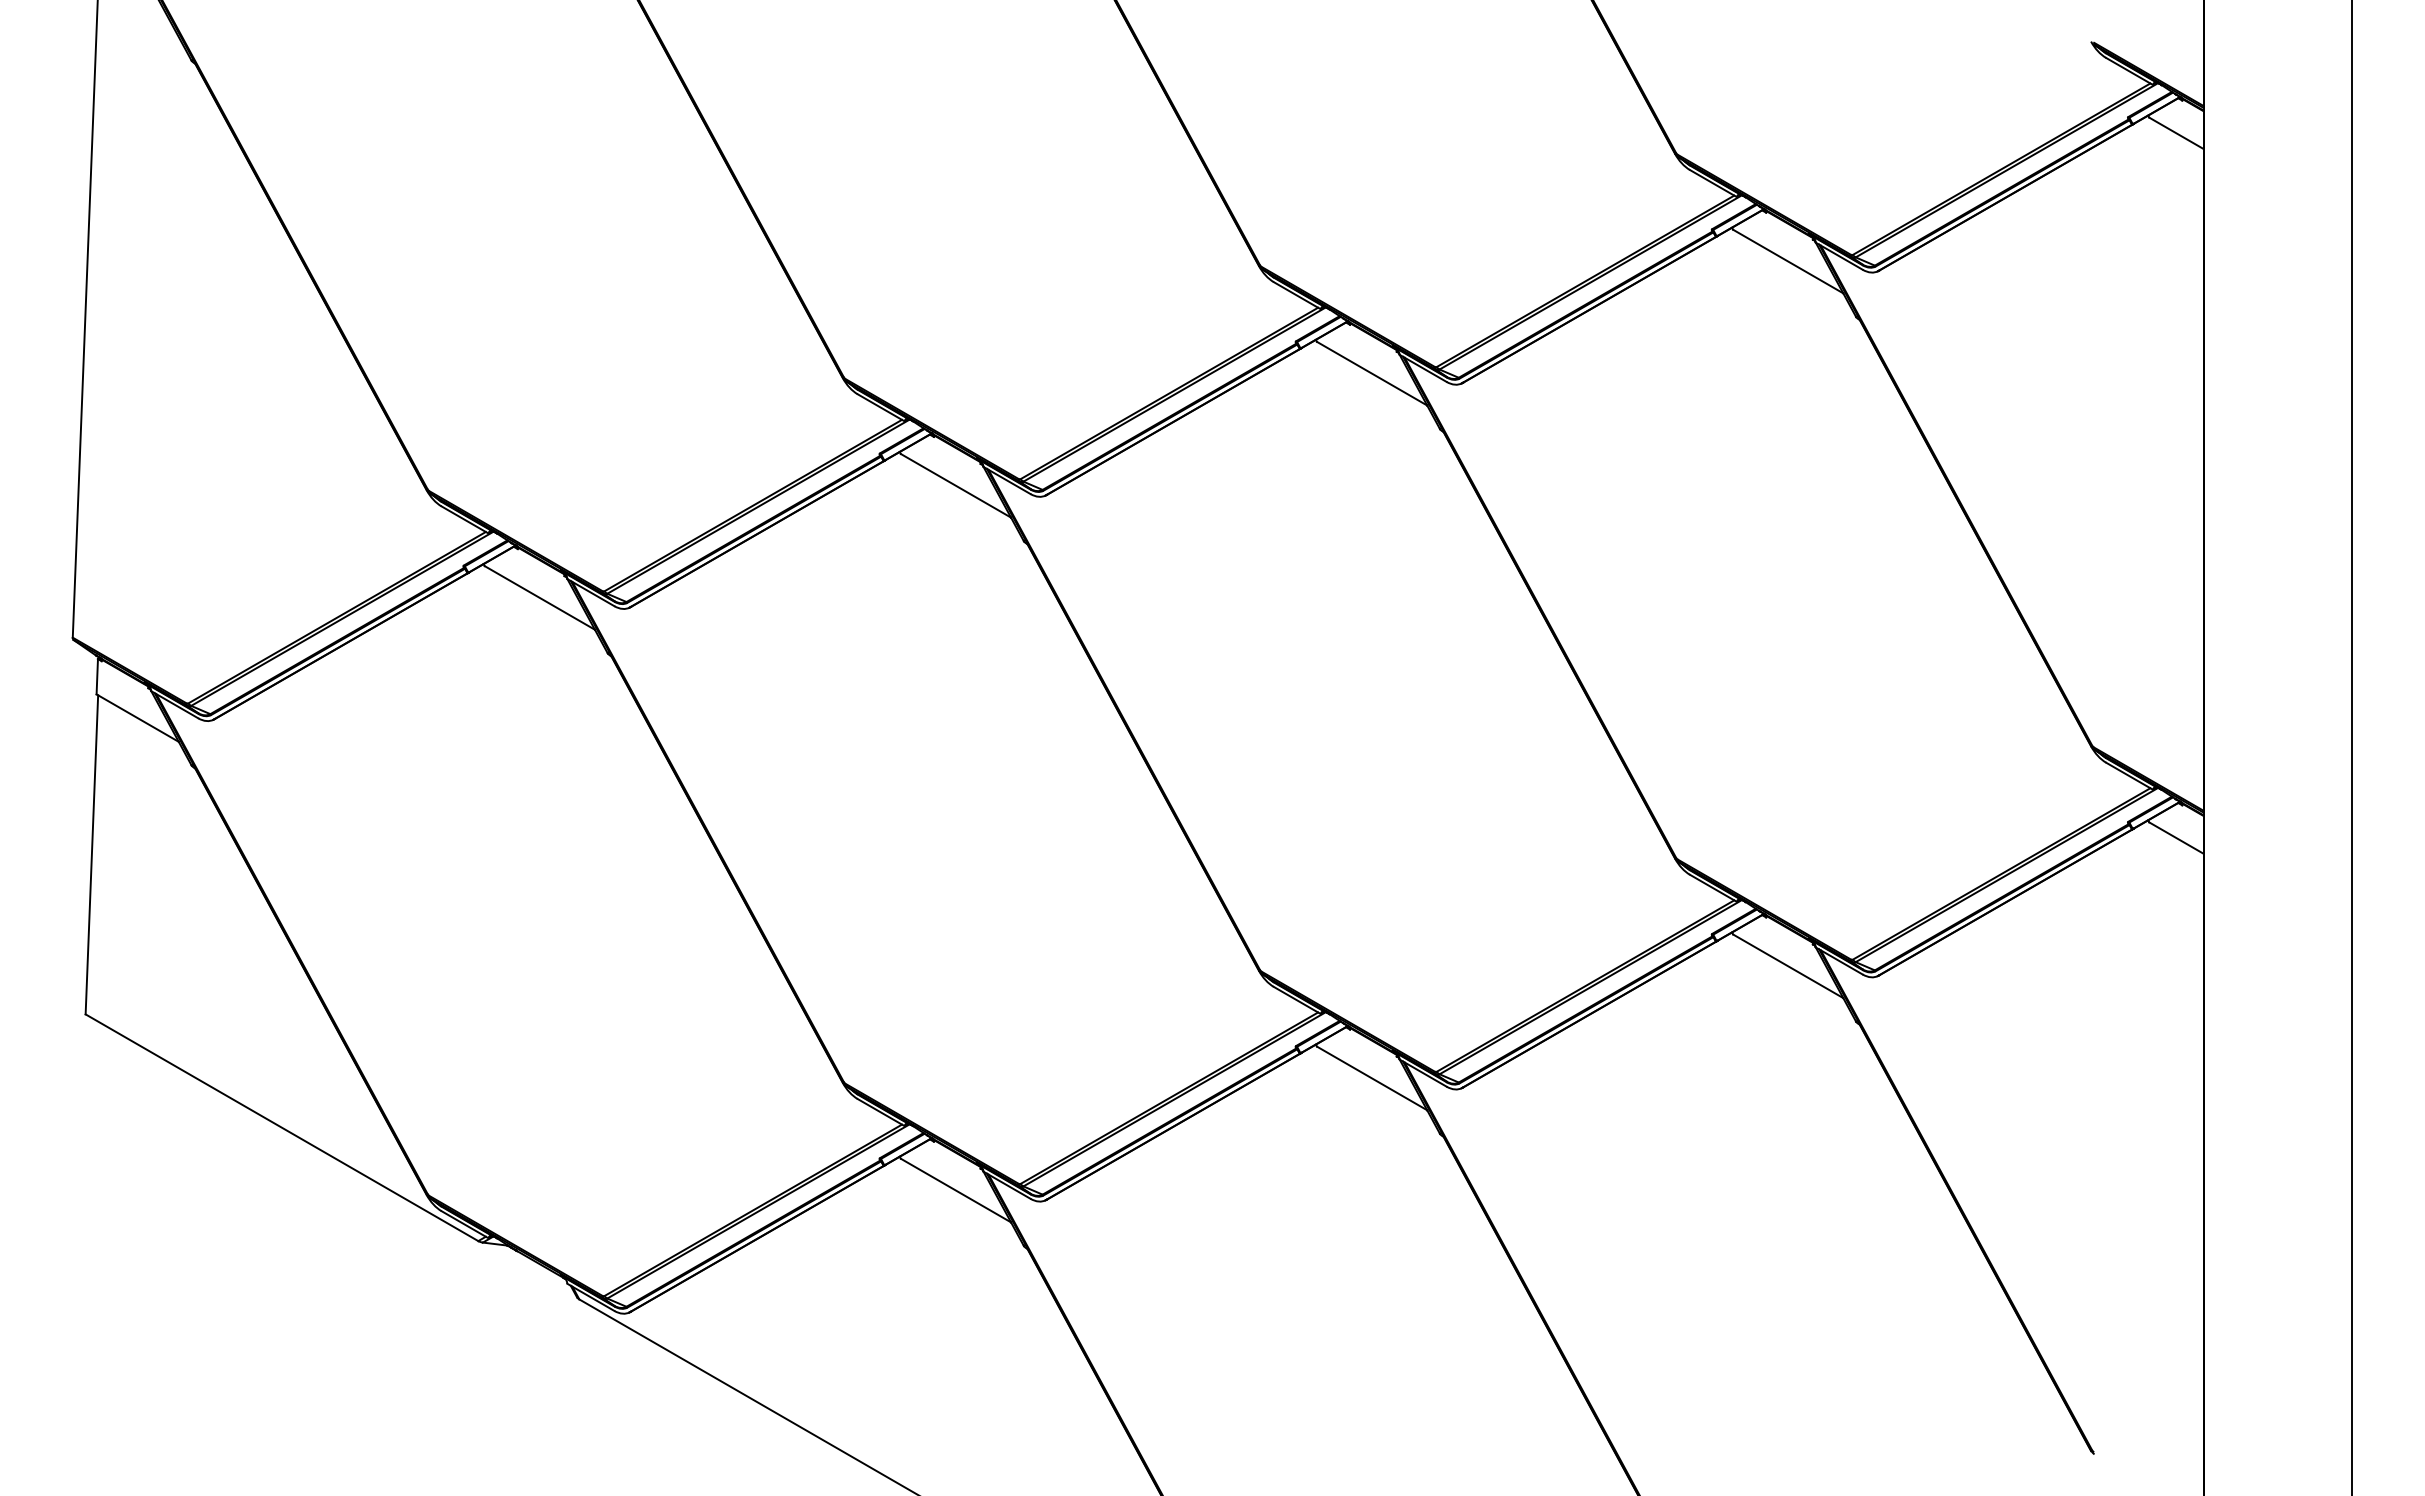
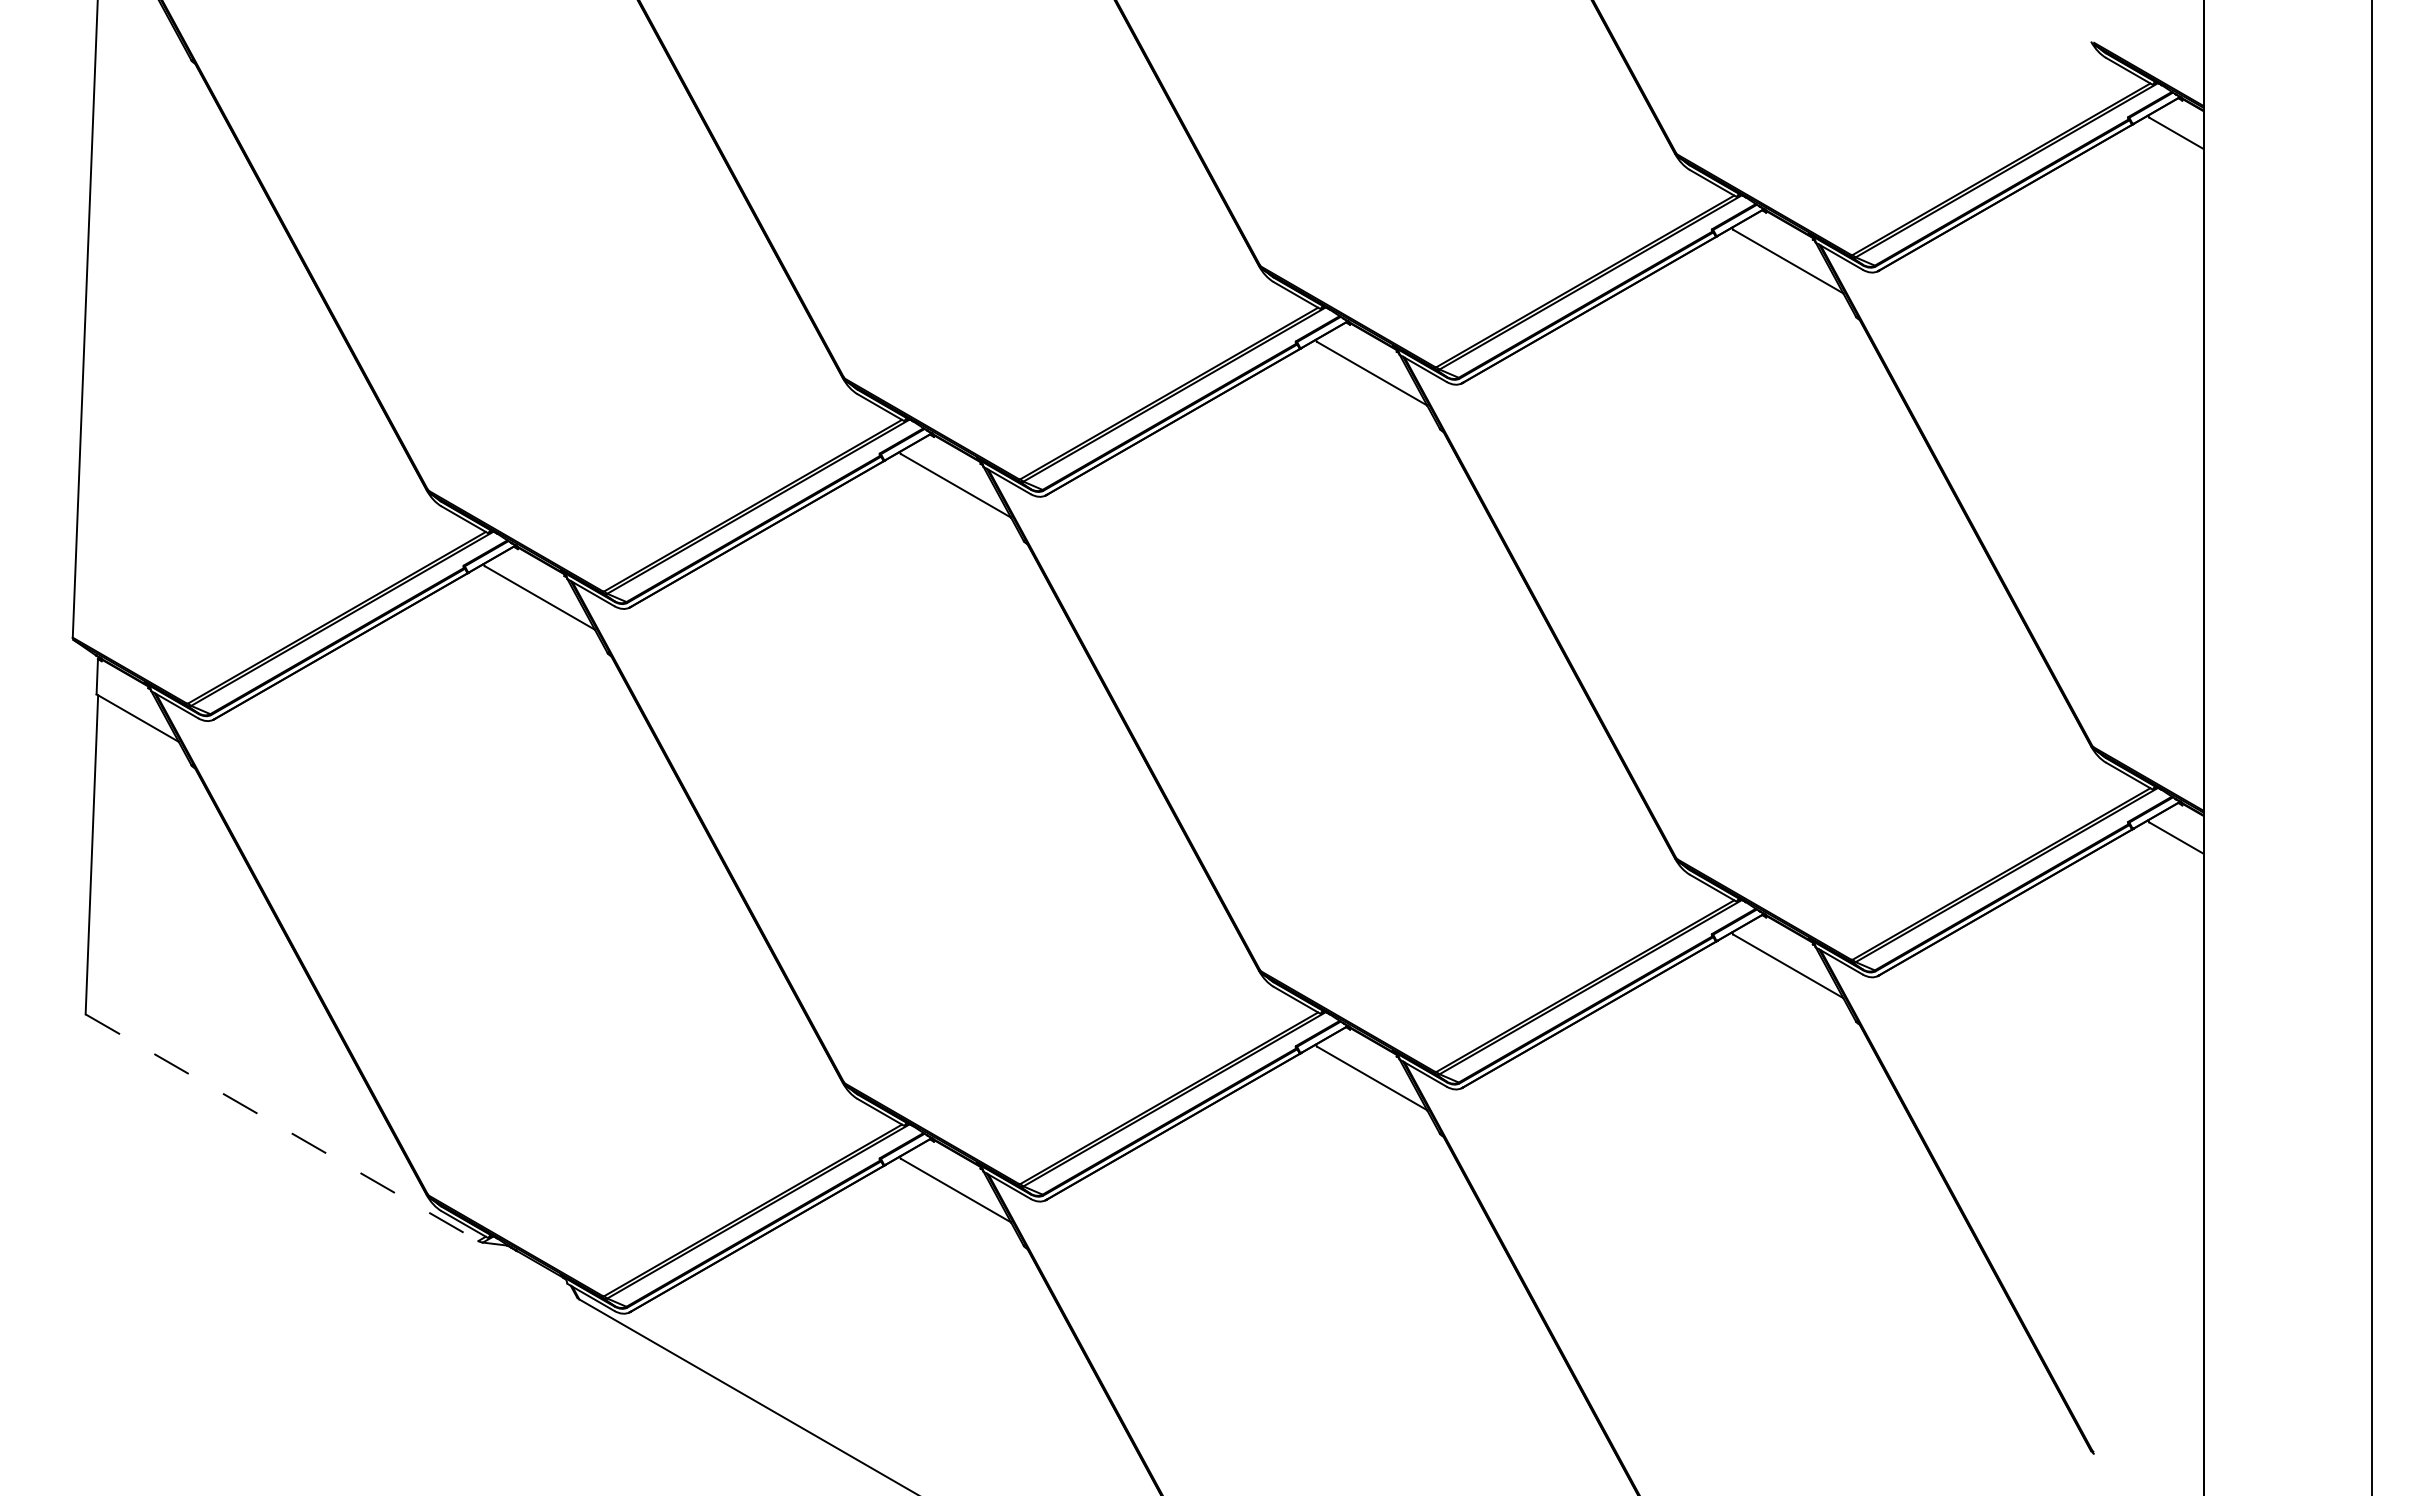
line at (2352, 747) position: (2352, 747) -> (2372, 747)
line at (281, 1127): solid -> dashed
